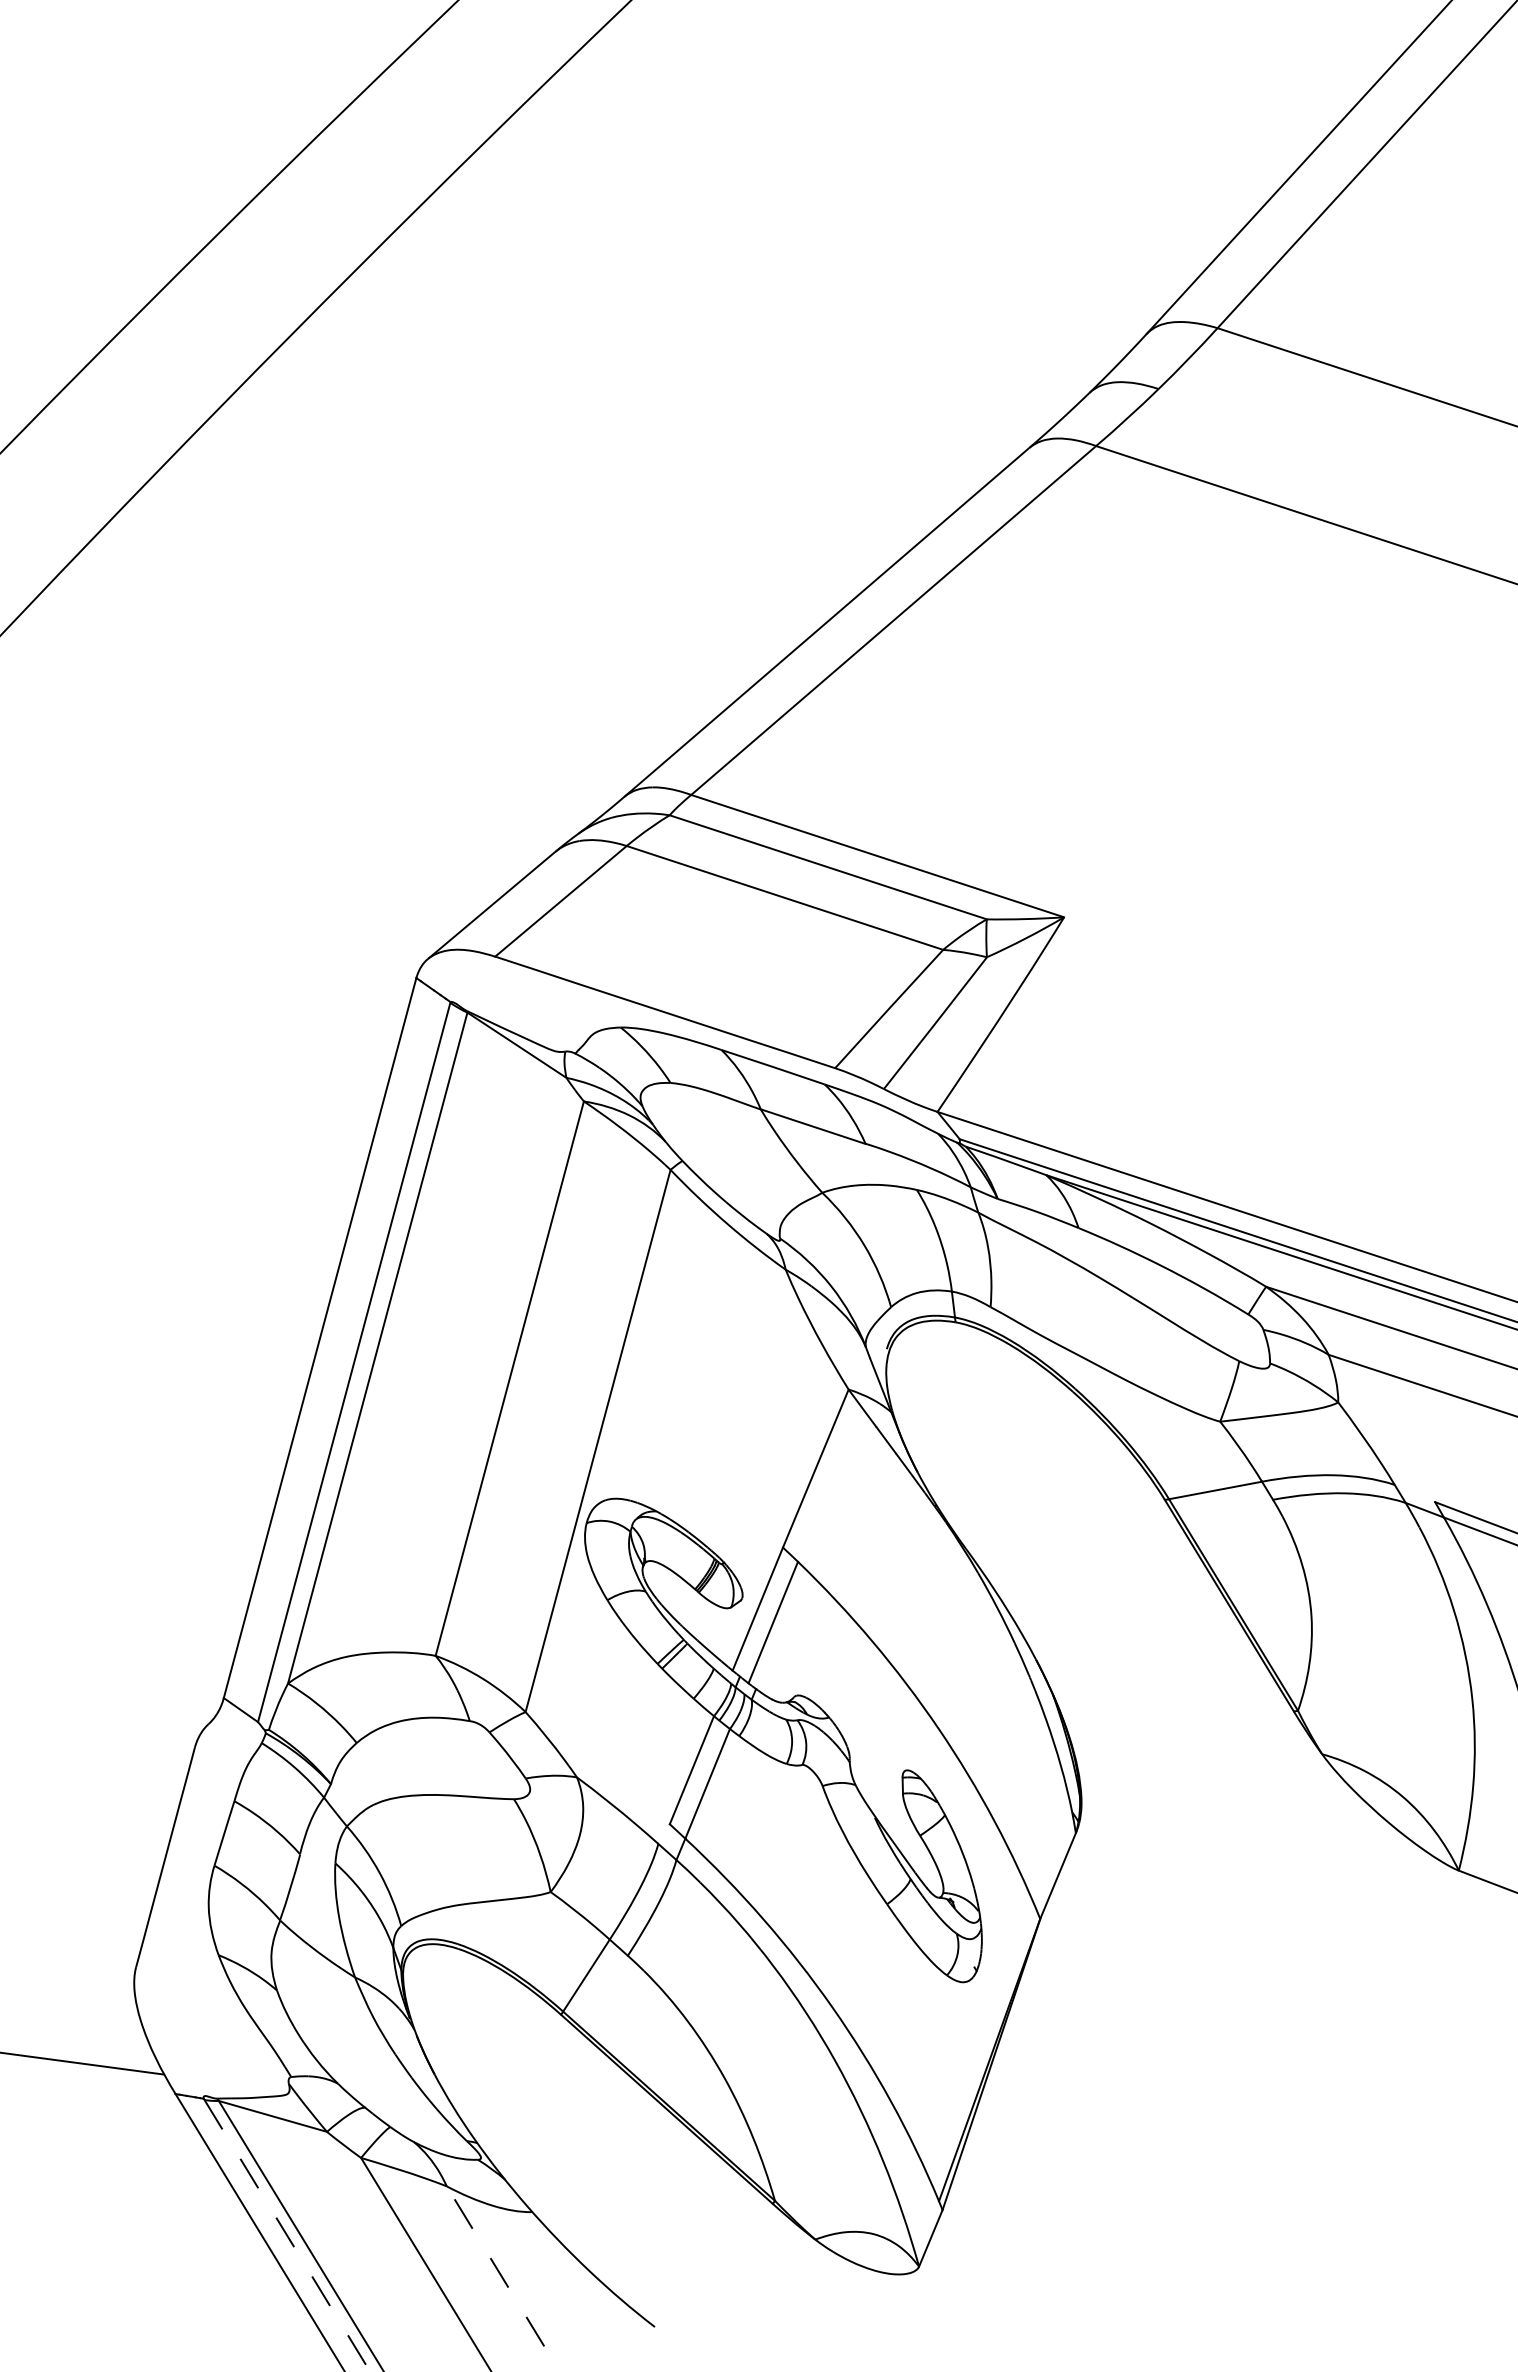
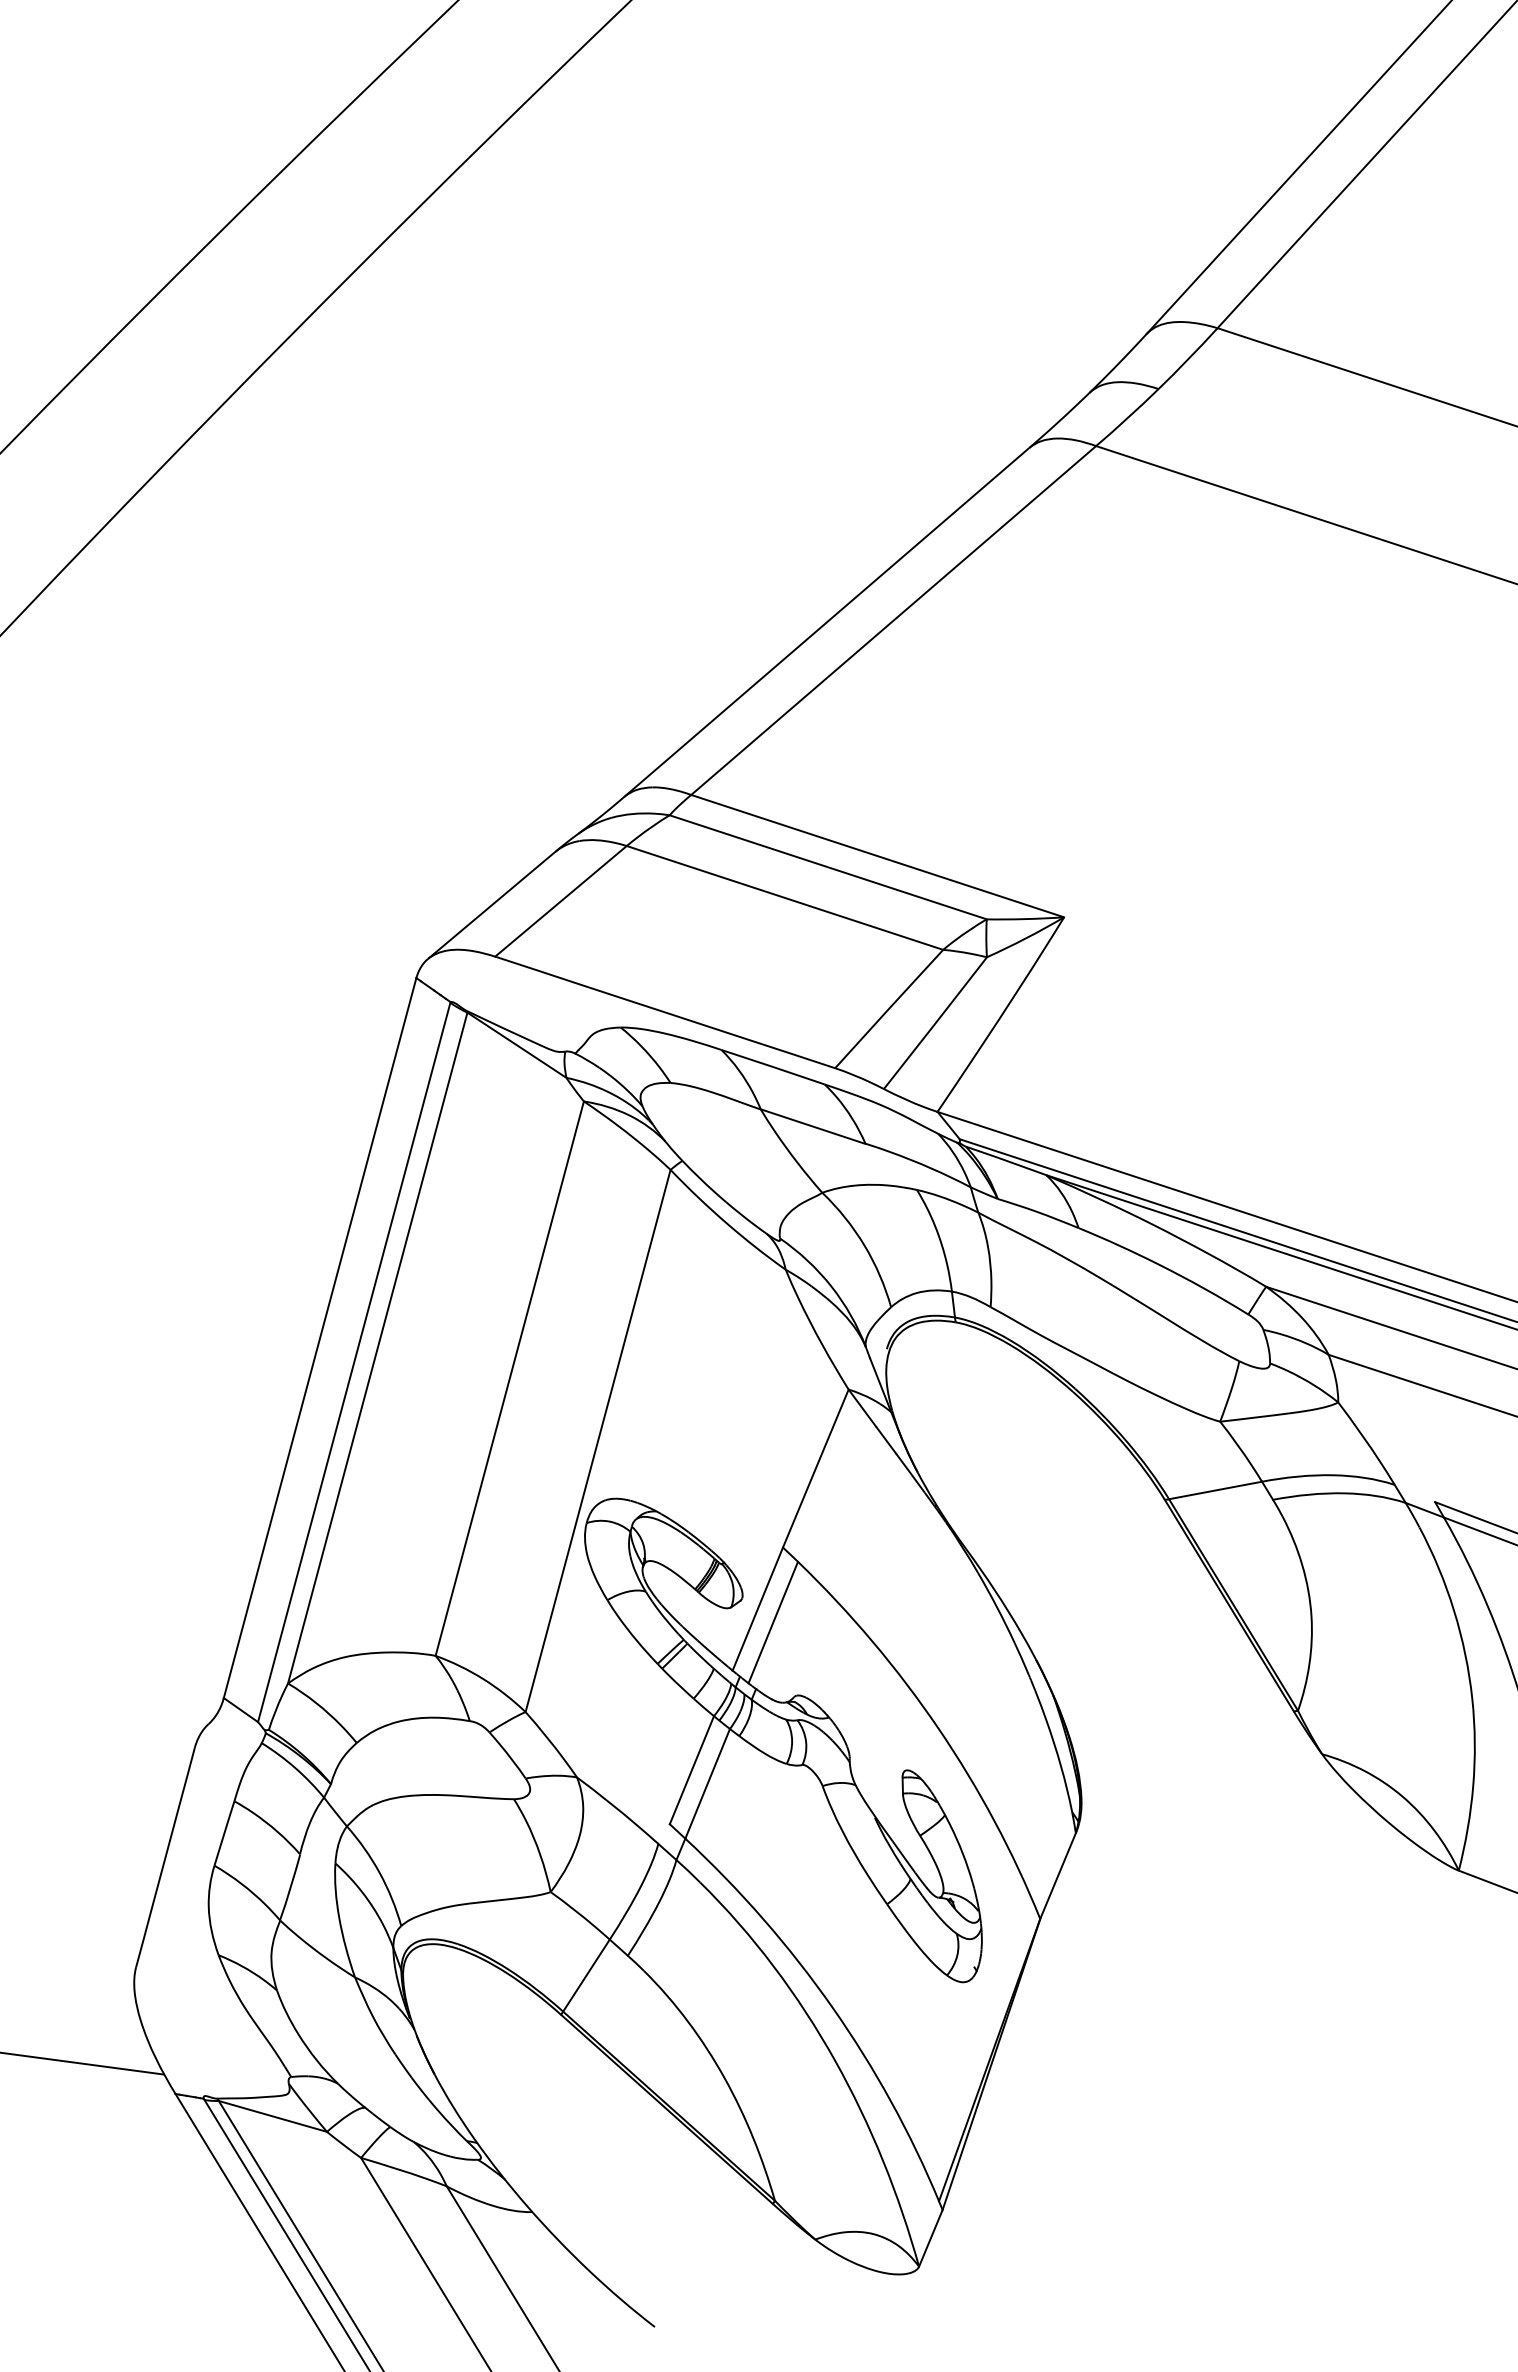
line at (287, 2235): dashed -> solid
line at (502, 2278): dashed -> solid
